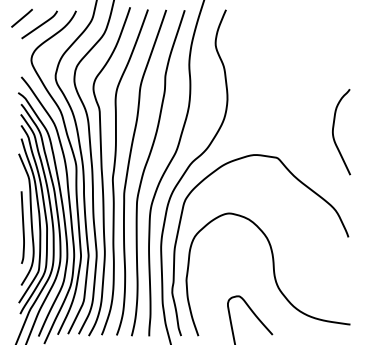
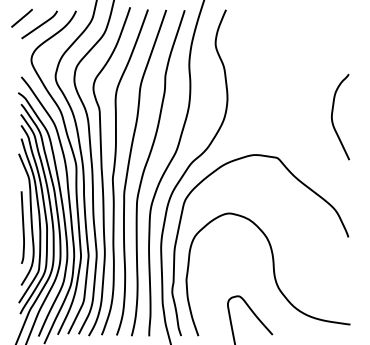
curve at (333, 132) position: (333, 132) -> (332, 117)
